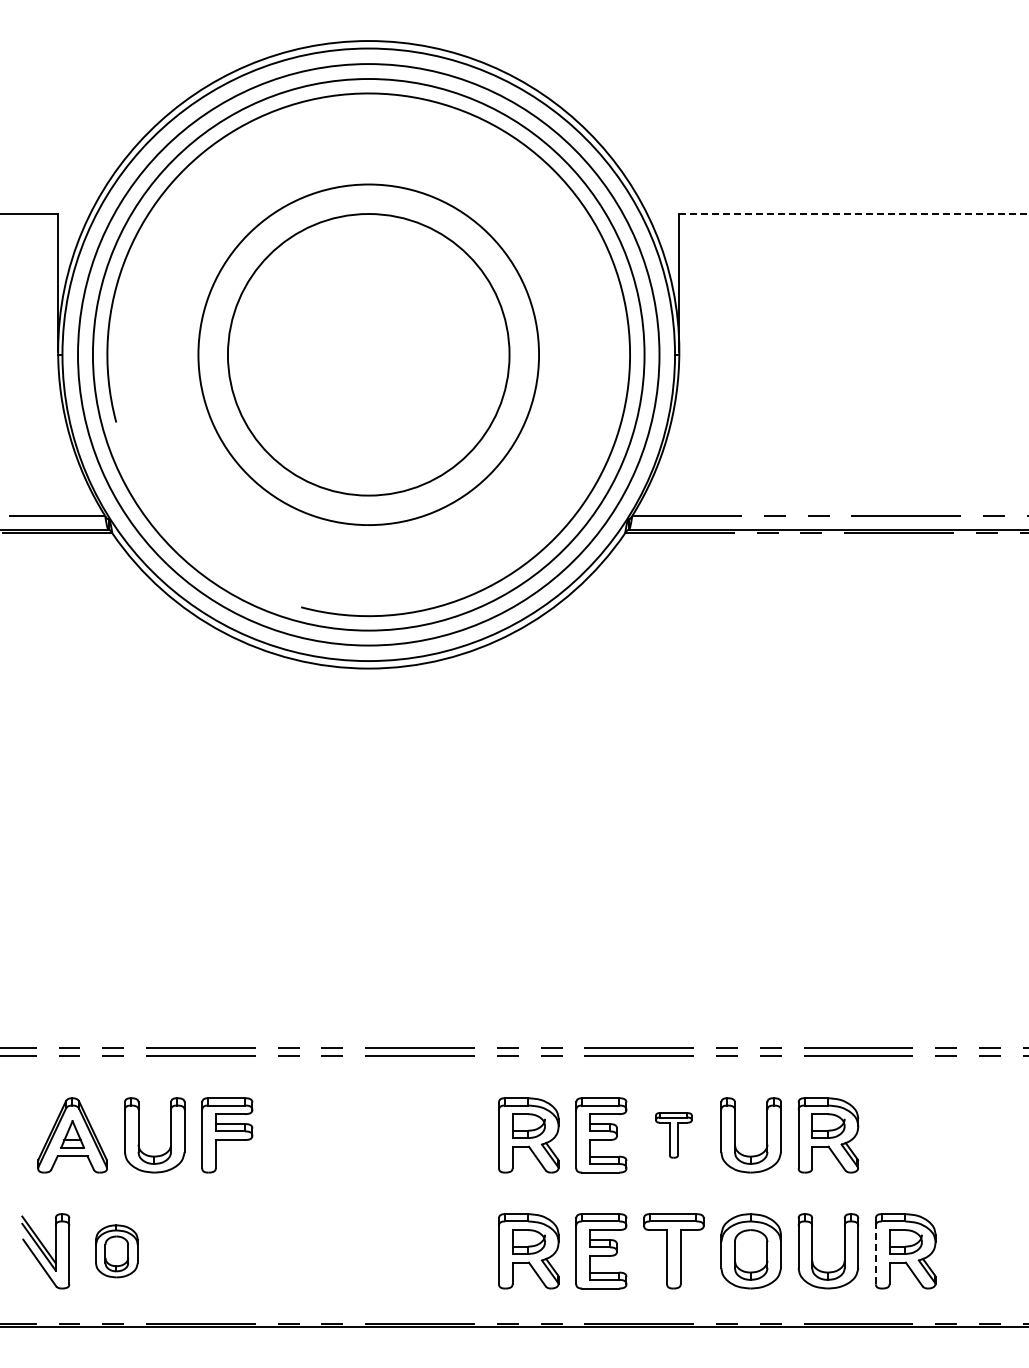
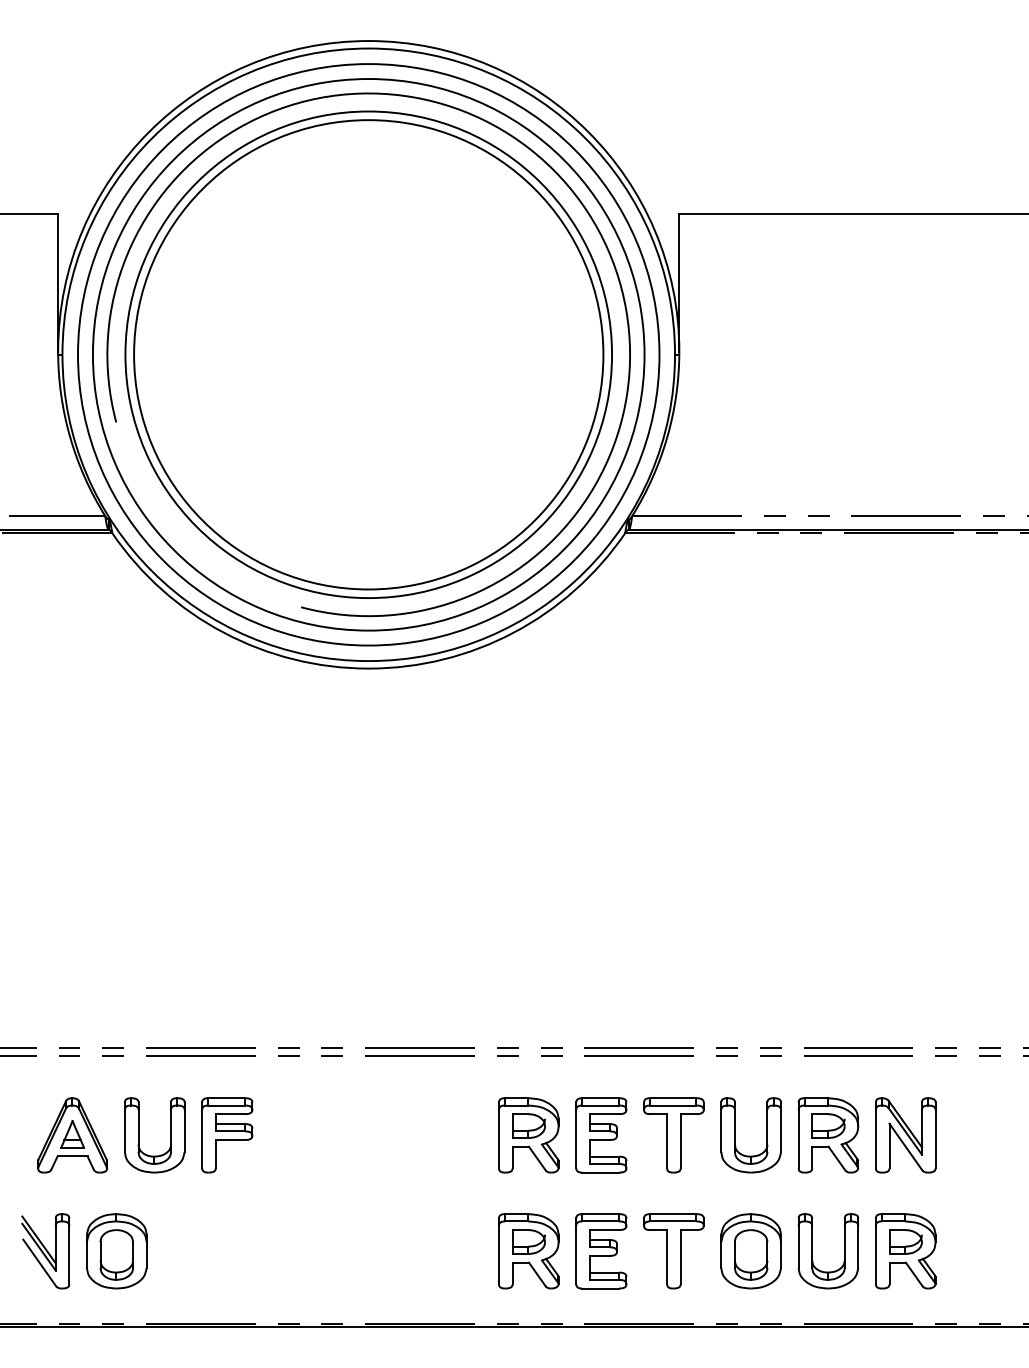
line at (853, 213): dashed -> solid
circle at (368, 354) diameter: 282 px -> 469 px
circle at (368, 354) diameter: 341 px -> 487 px
part at (673, 1135) size: 38x47 px -> 62x77 px
part at (905, 1135): none -> present
part at (116, 1251) size: 44x55 px -> 62x77 px
line at (875, 1254): dashed -> solid
